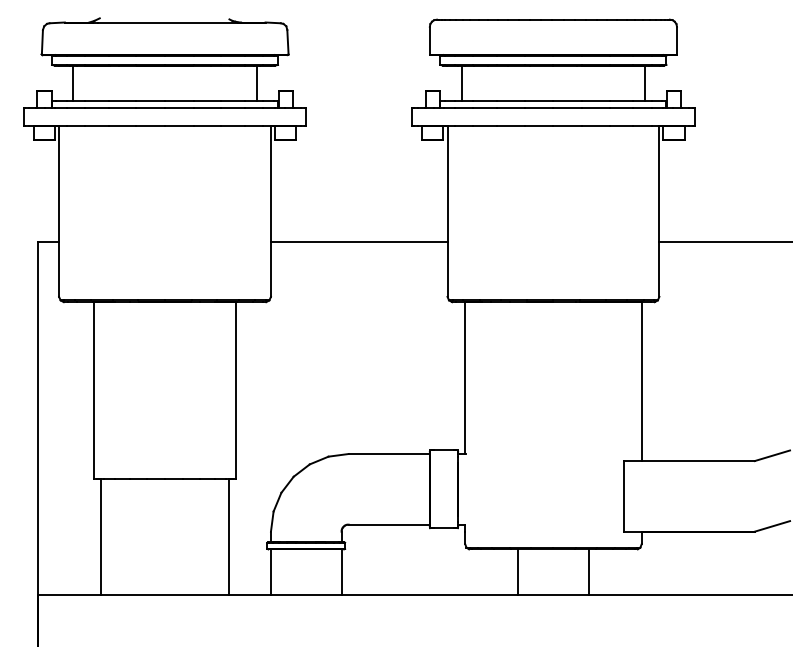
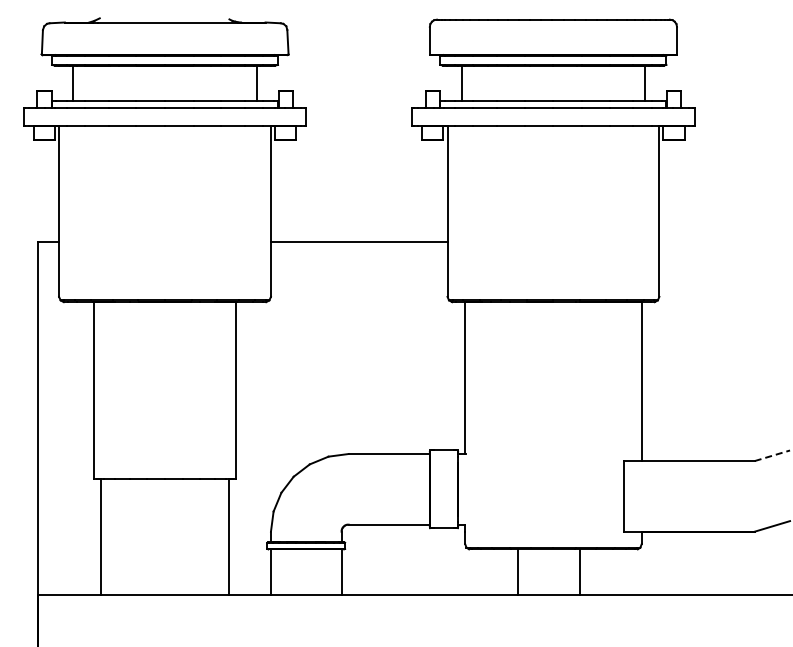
line at (724, 242): present -> none
line at (772, 455): solid -> dashed
line at (588, 572) position: (588, 572) -> (579, 572)
